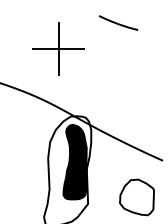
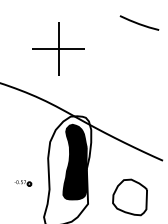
line at (117, 22) position: (117, 22) -> (138, 22)
part at (23, 183): none -> present
part at (136, 197) position: (136, 197) -> (129, 197)
